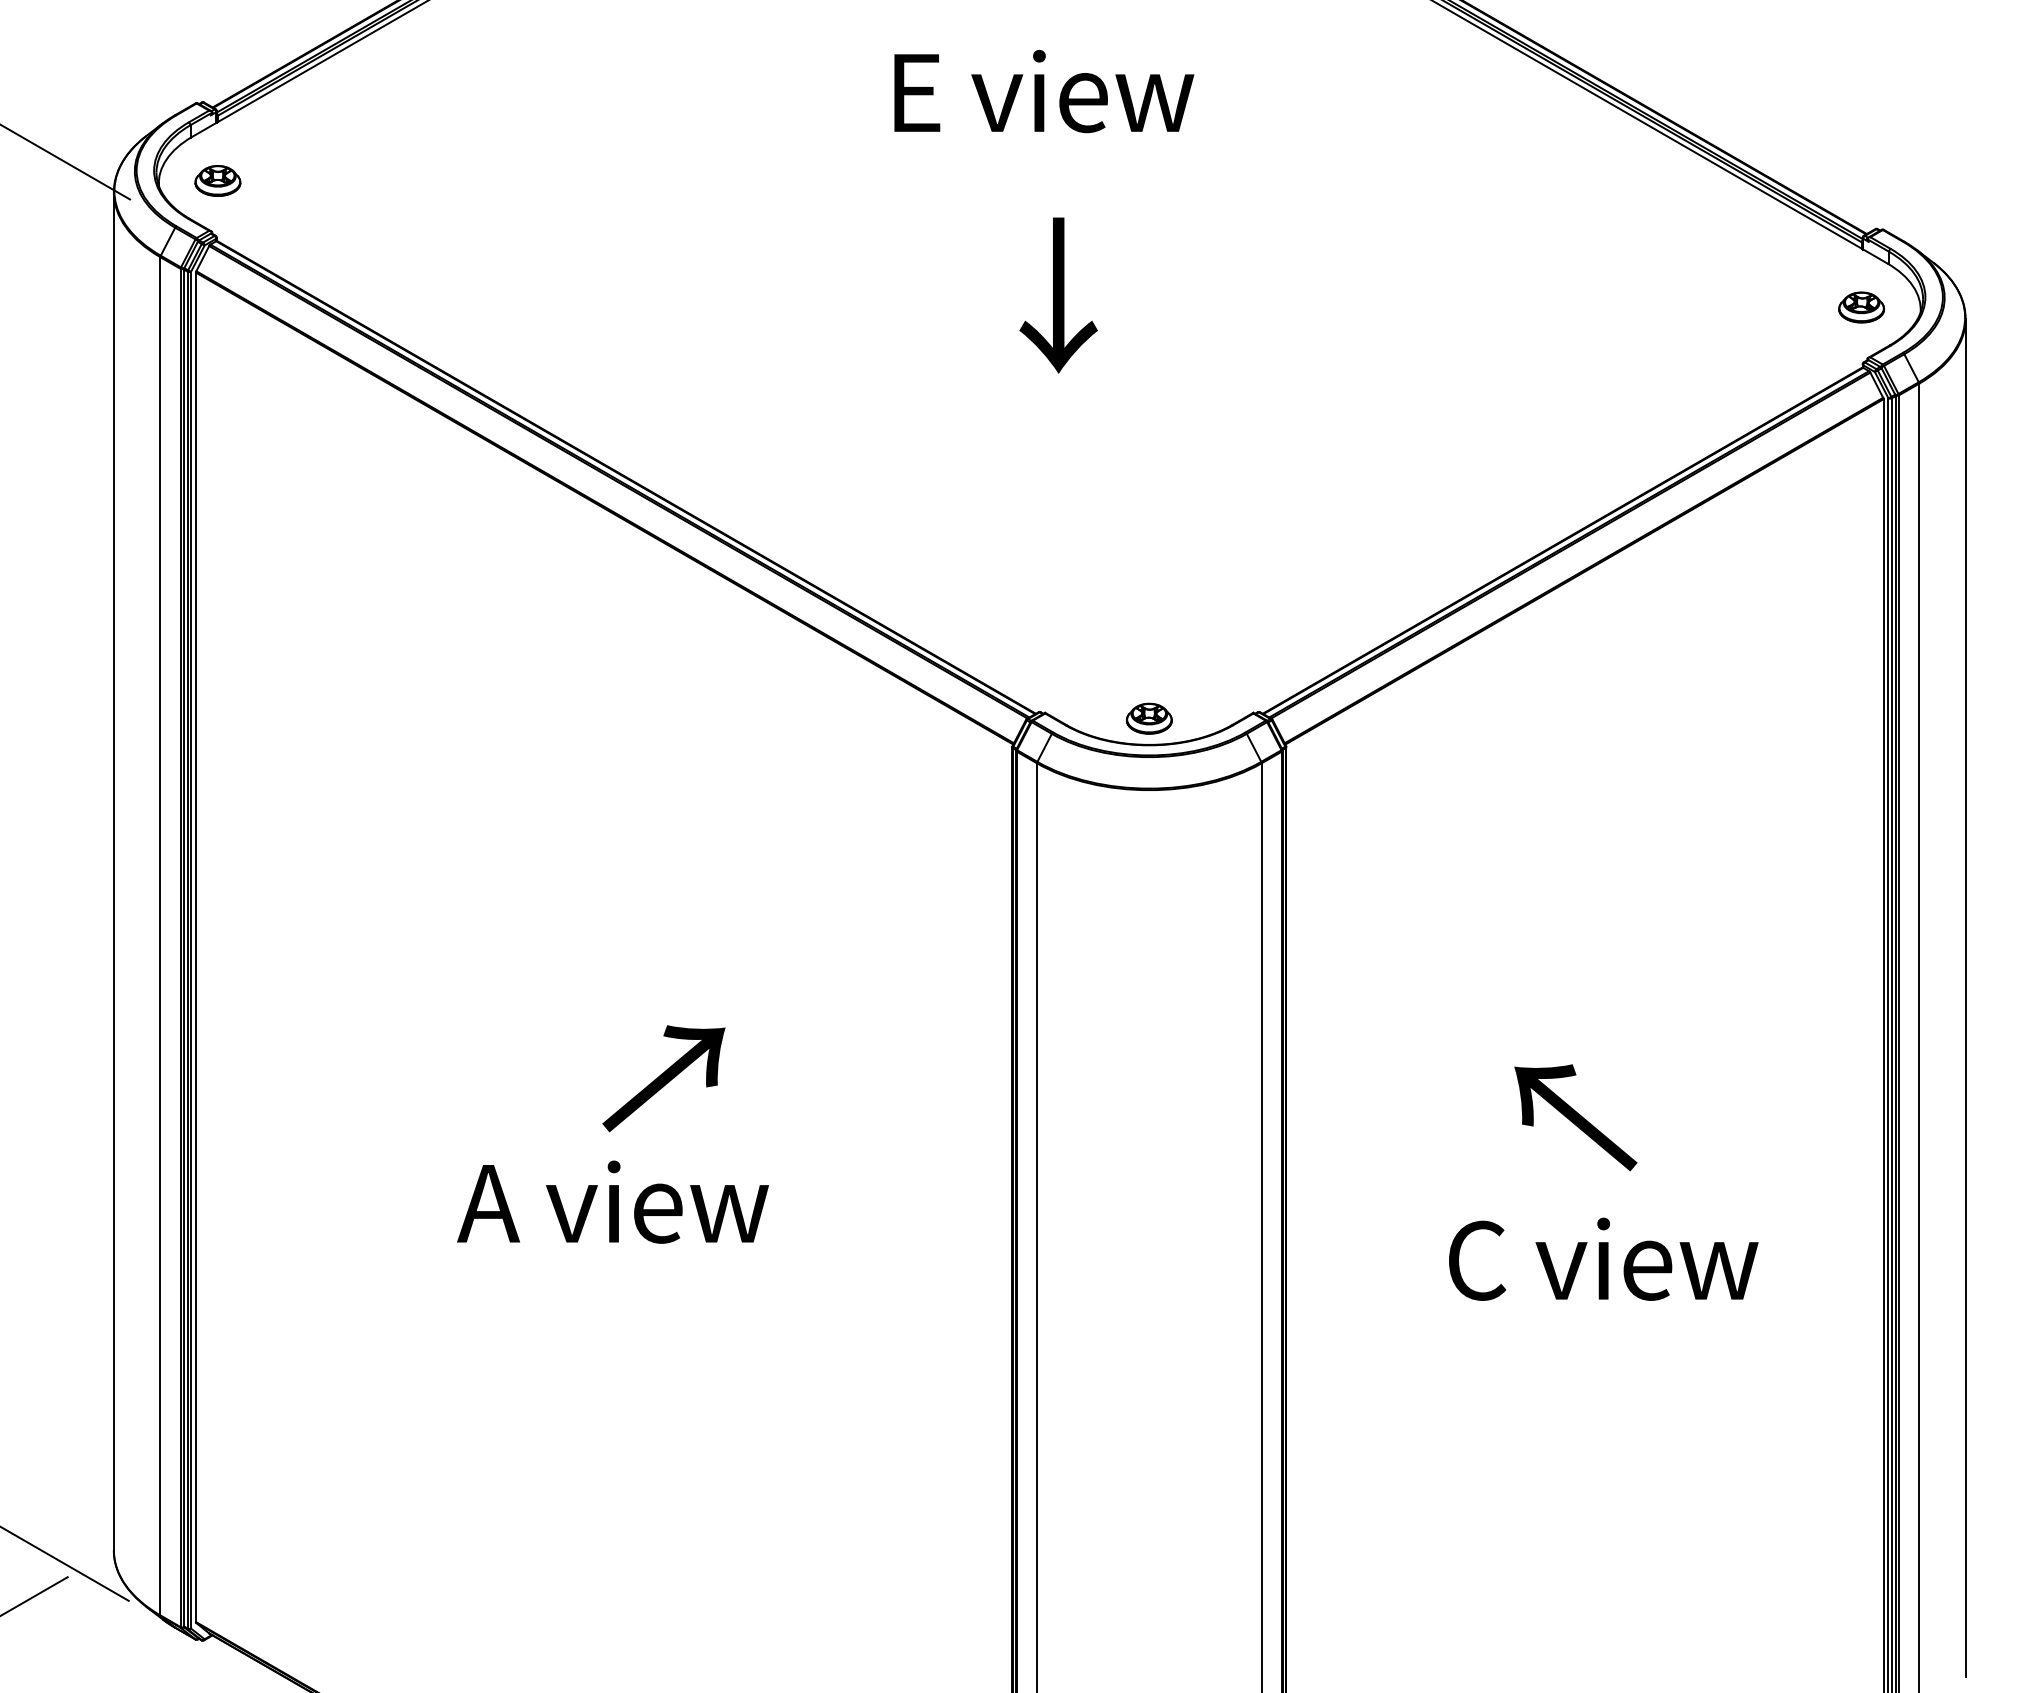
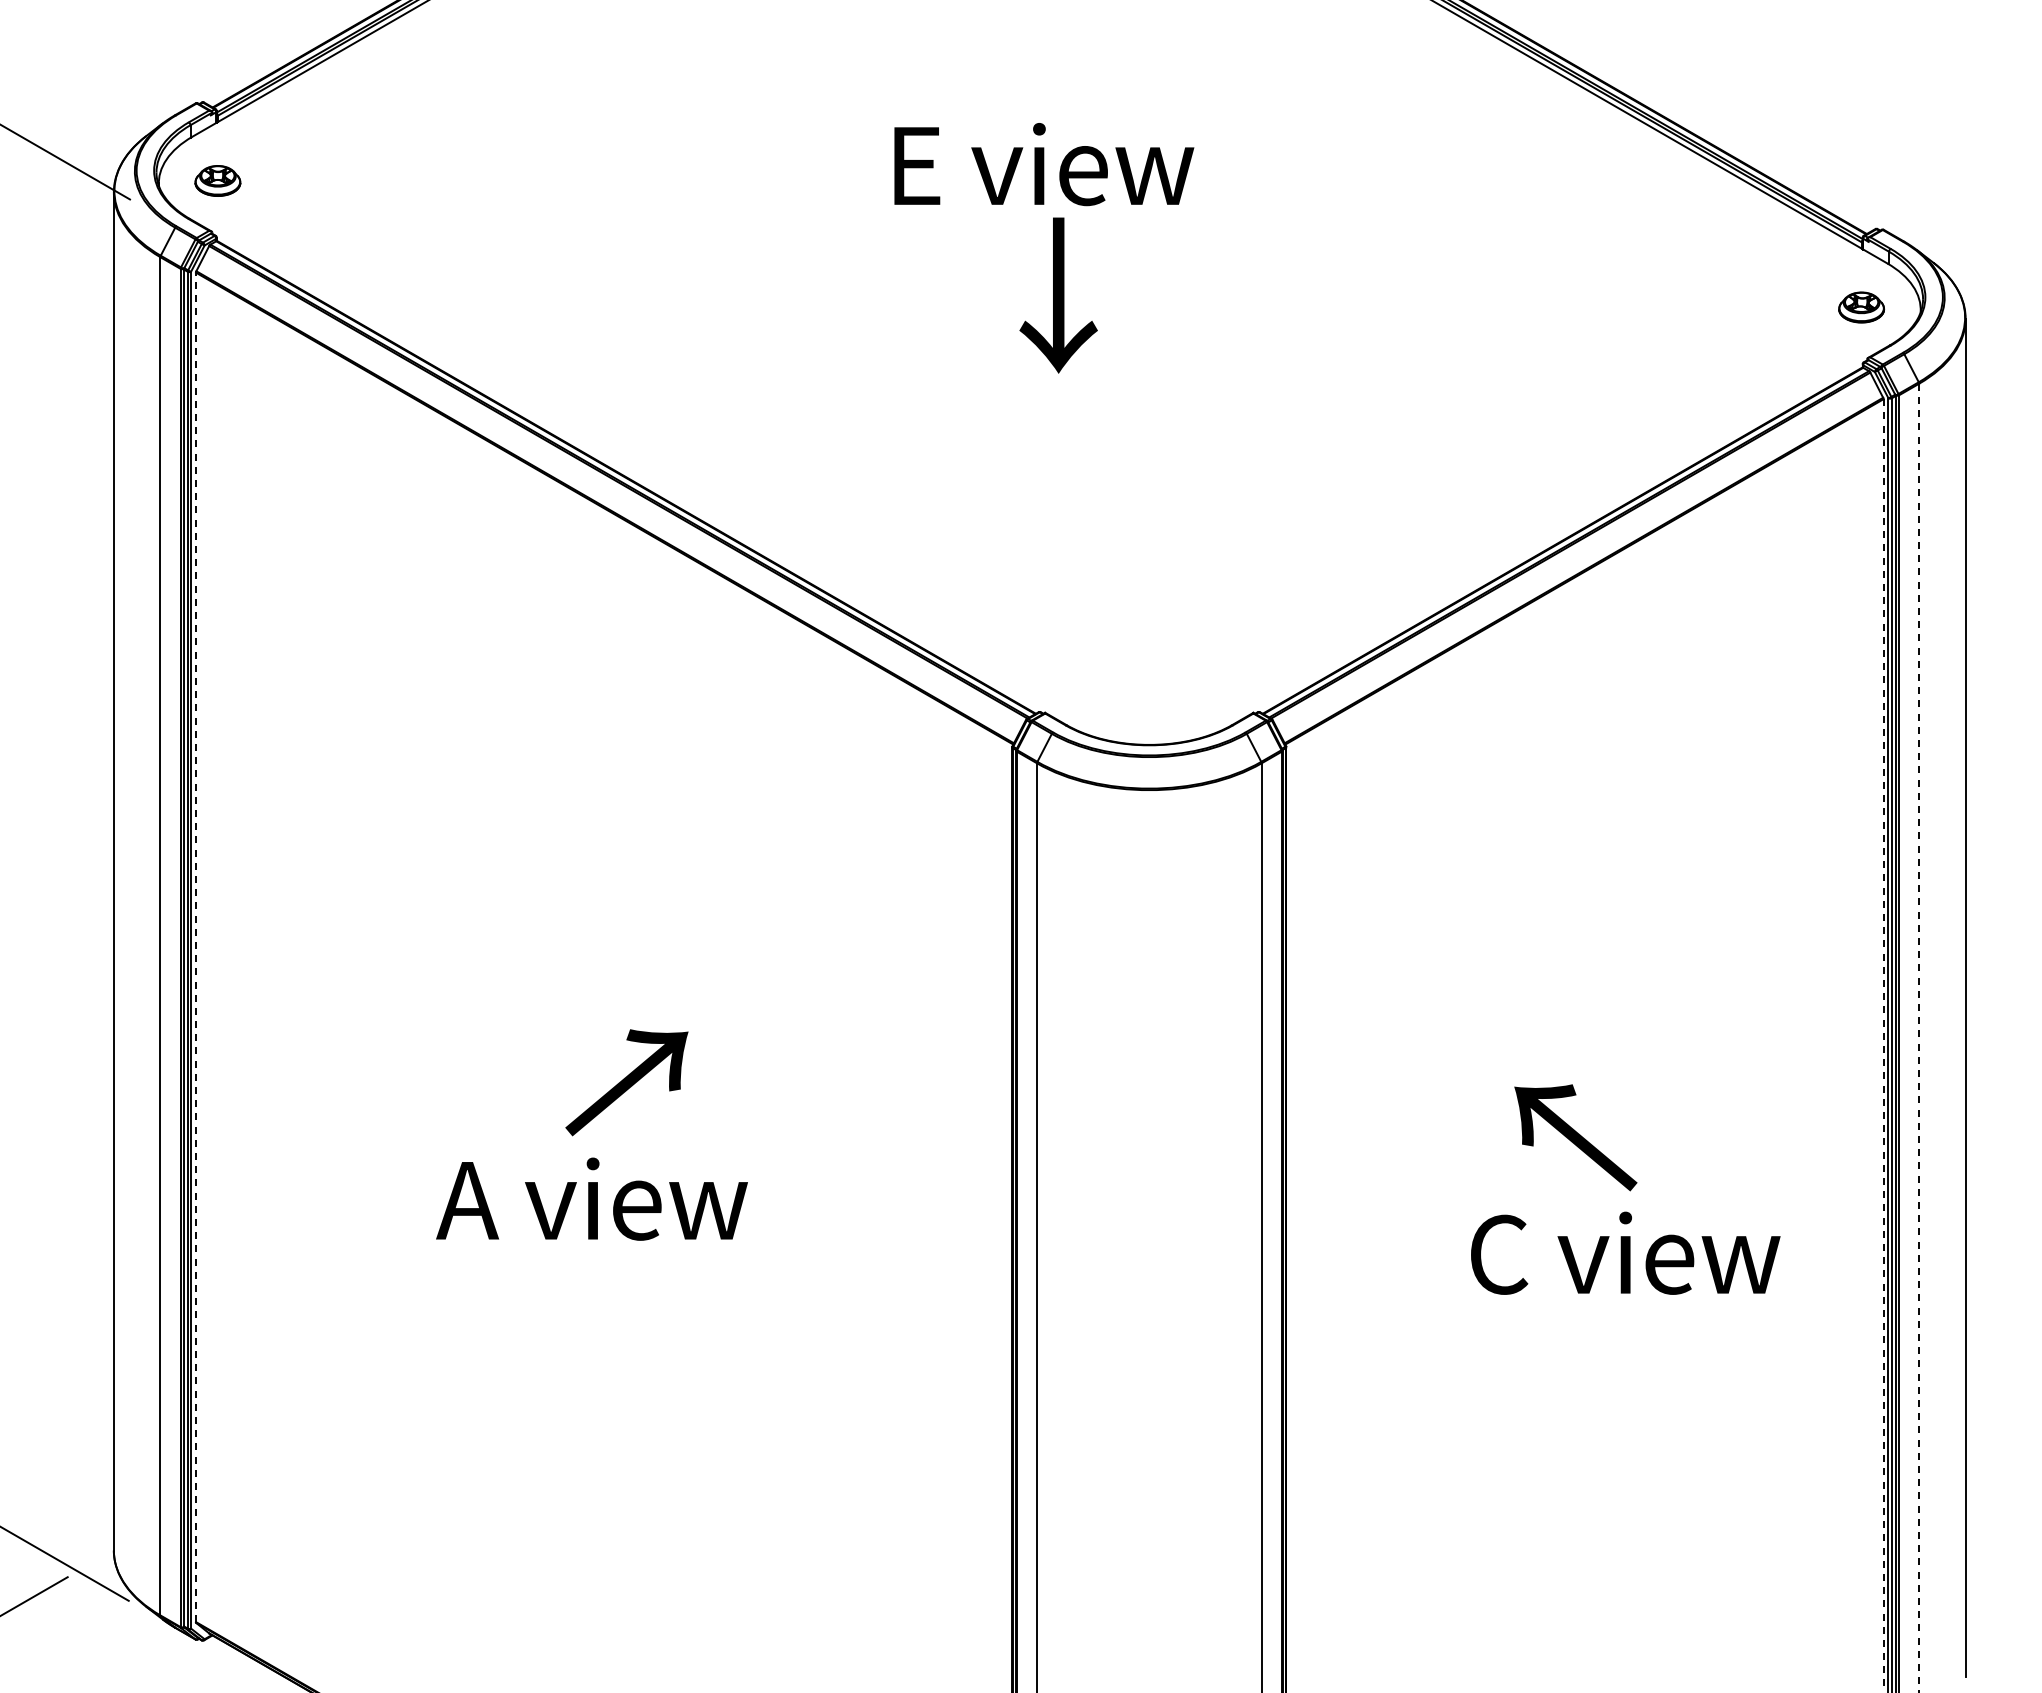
text at (1044, 91) position: (1044, 91) -> (1044, 164)
part at (1149, 718): present -> none
line at (196, 947): solid -> dashed
line at (1919, 1038): solid -> dashed
line at (1883, 1045): solid -> dashed
text at (663, 1078) position: (663, 1078) -> (626, 1082)
text at (1575, 1117) position: (1575, 1117) -> (1575, 1137)
text at (612, 1201) position: (612, 1201) -> (591, 1198)
text at (1603, 1258) position: (1603, 1258) -> (1625, 1252)
